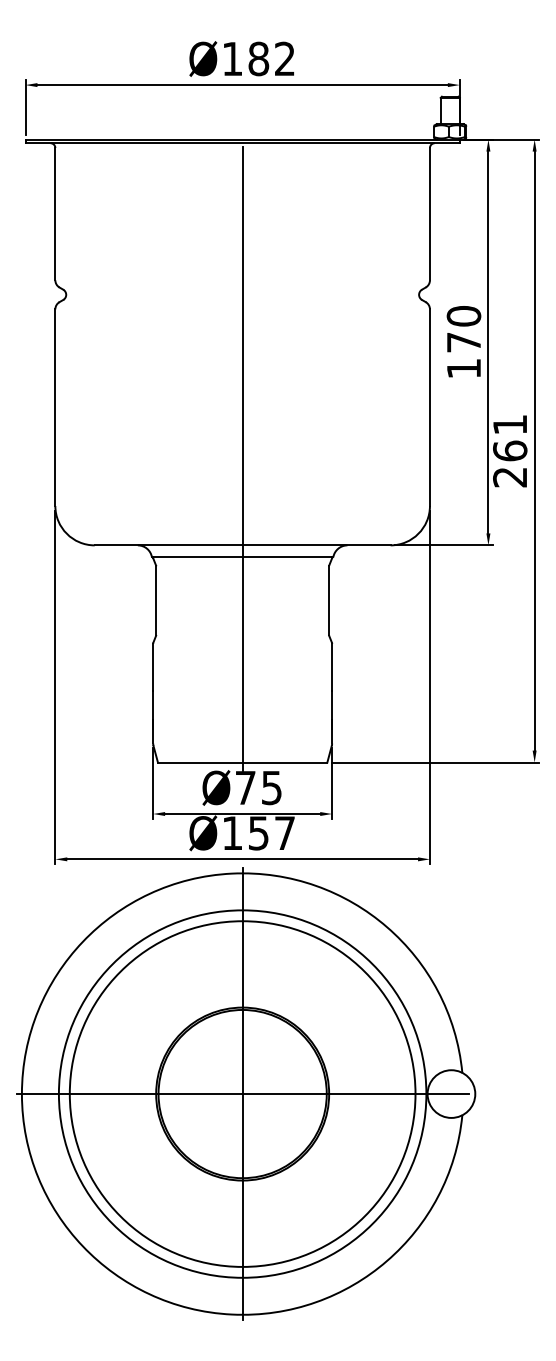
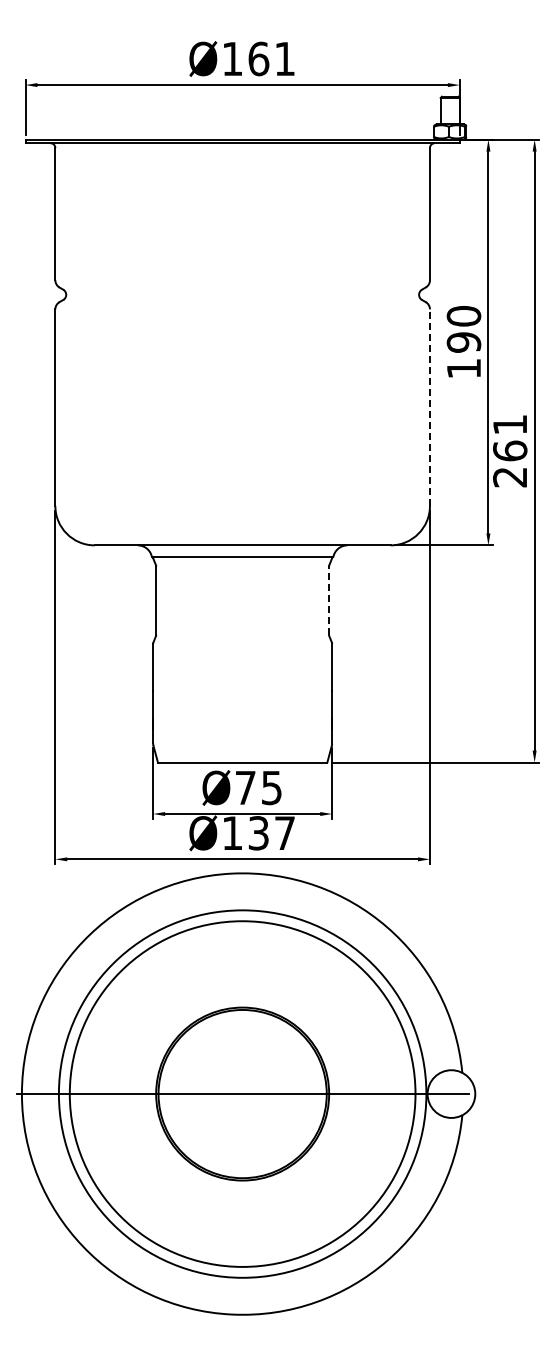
text at (271, 58): Ø182 -> Ø161
text at (463, 342): 170 -> 190
line at (429, 407): solid -> dashed
line at (242, 458): present -> none
line at (329, 600): solid -> dashed
text at (258, 833): Ø157 -> Ø137
line at (242, 1094): present -> none
